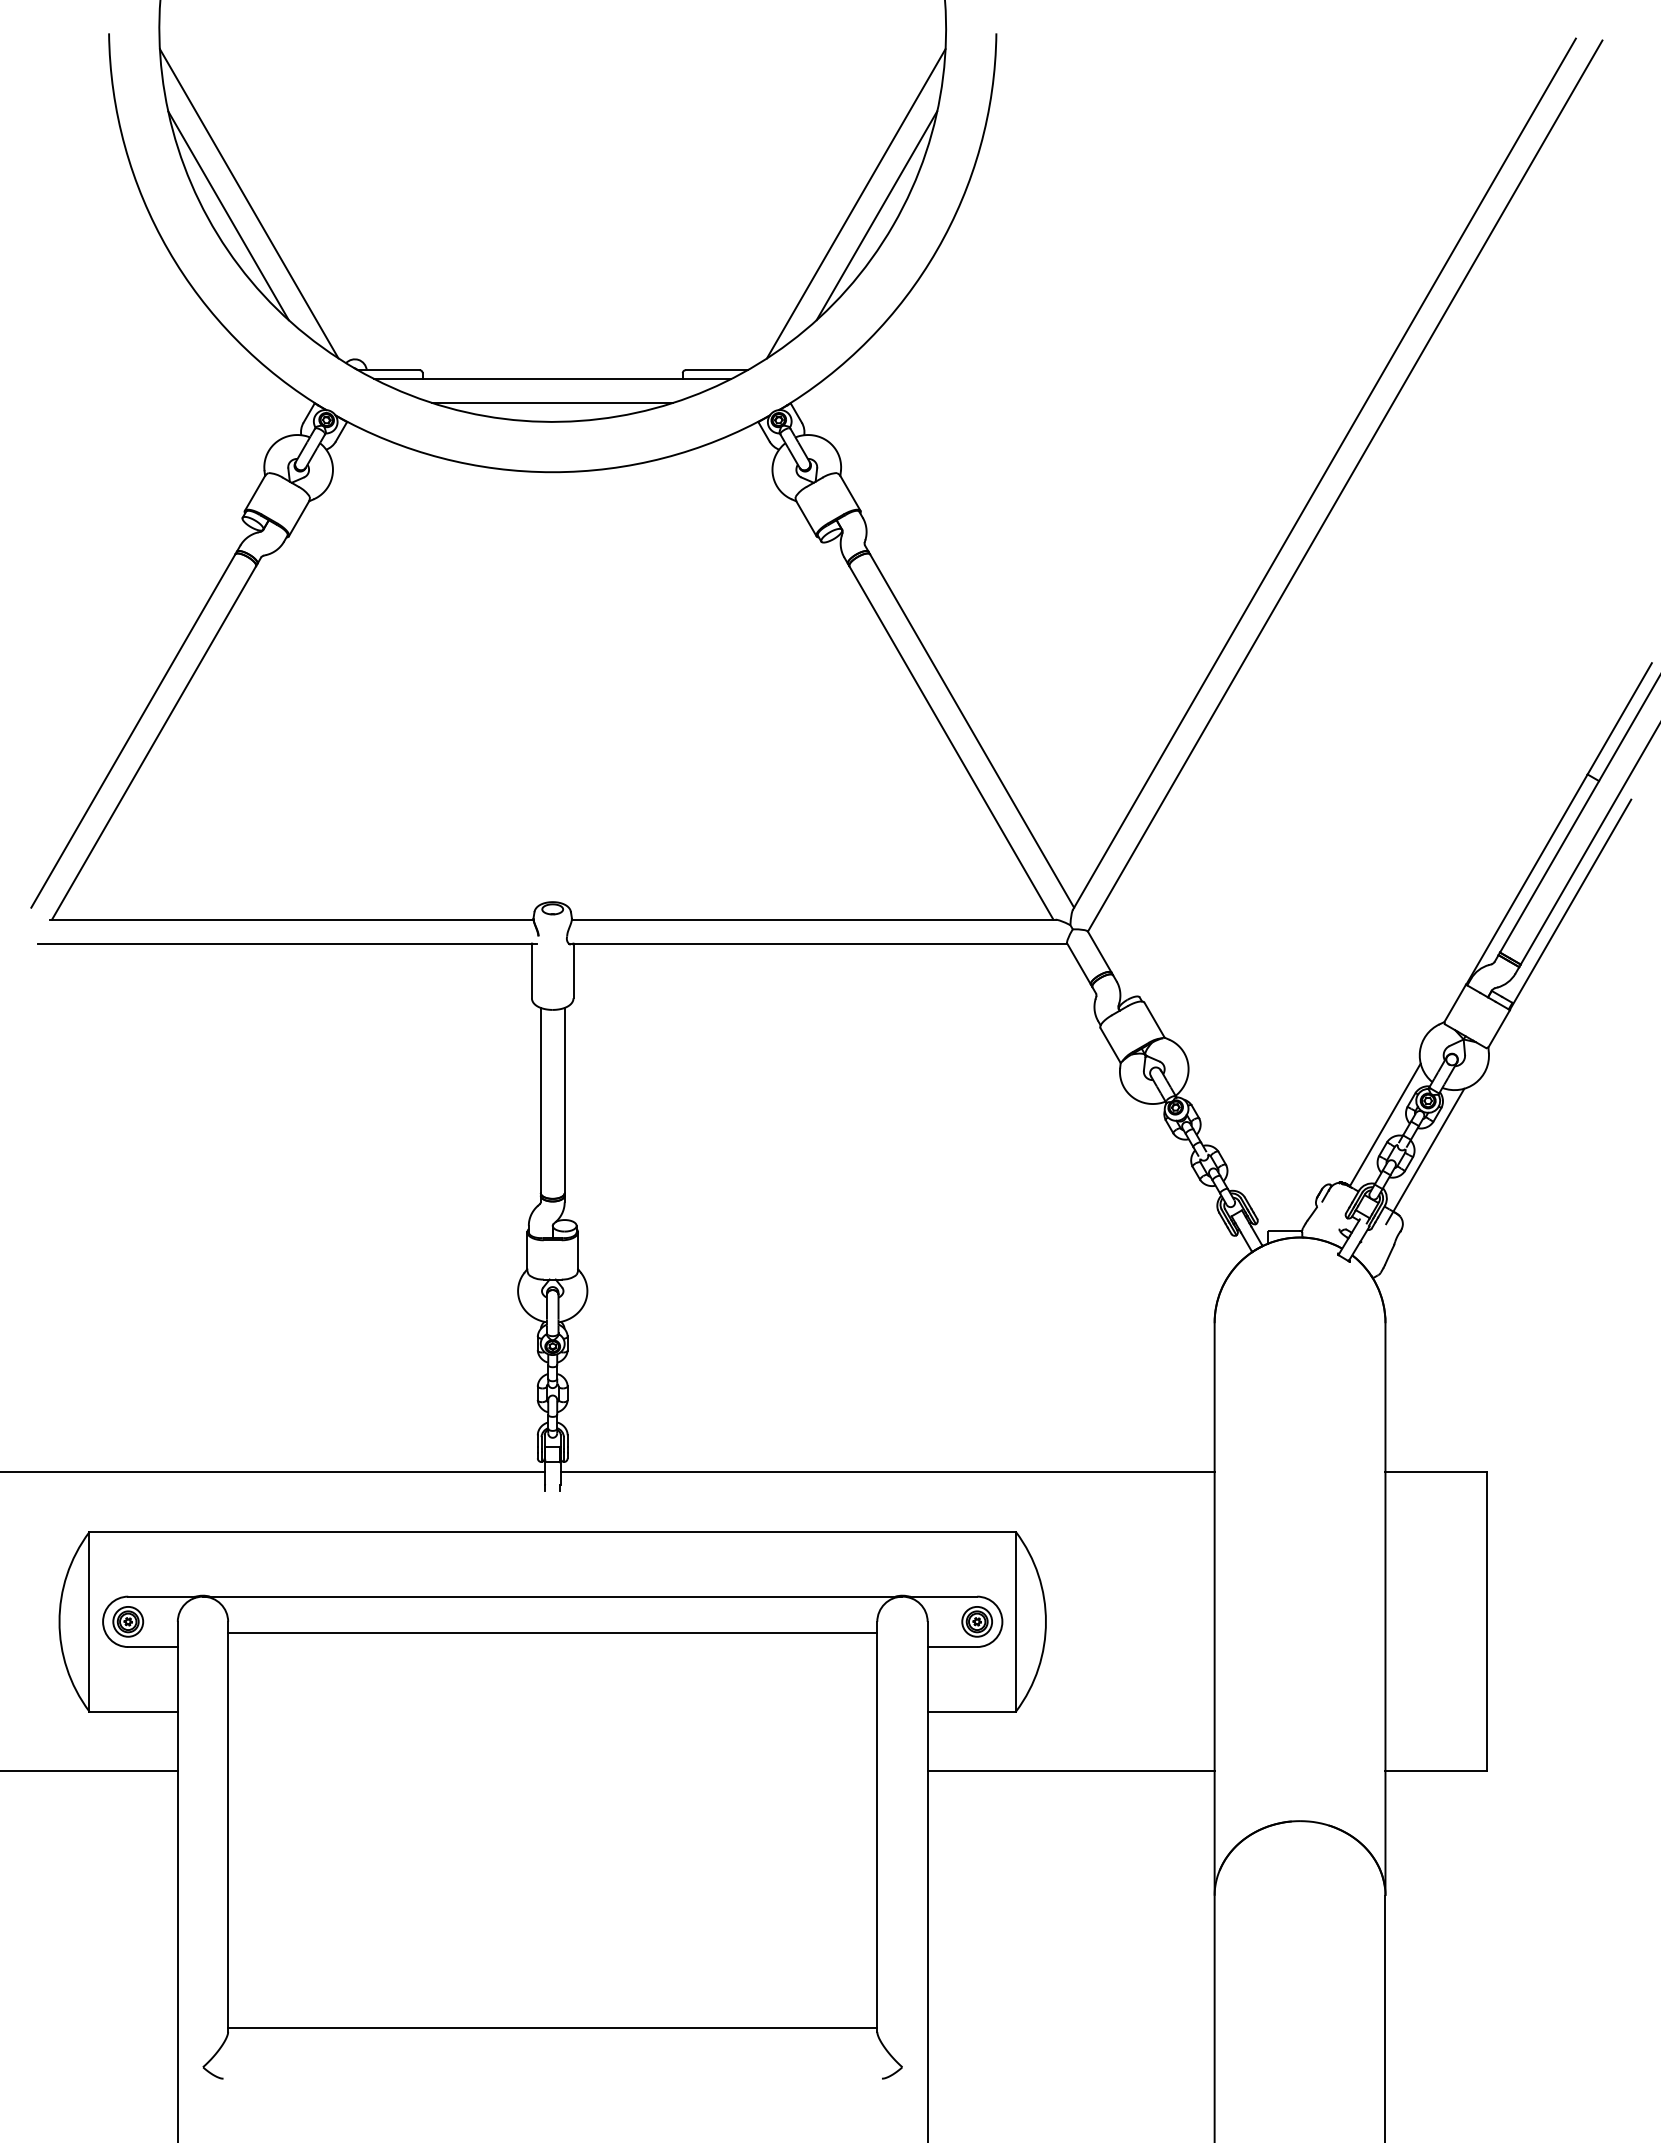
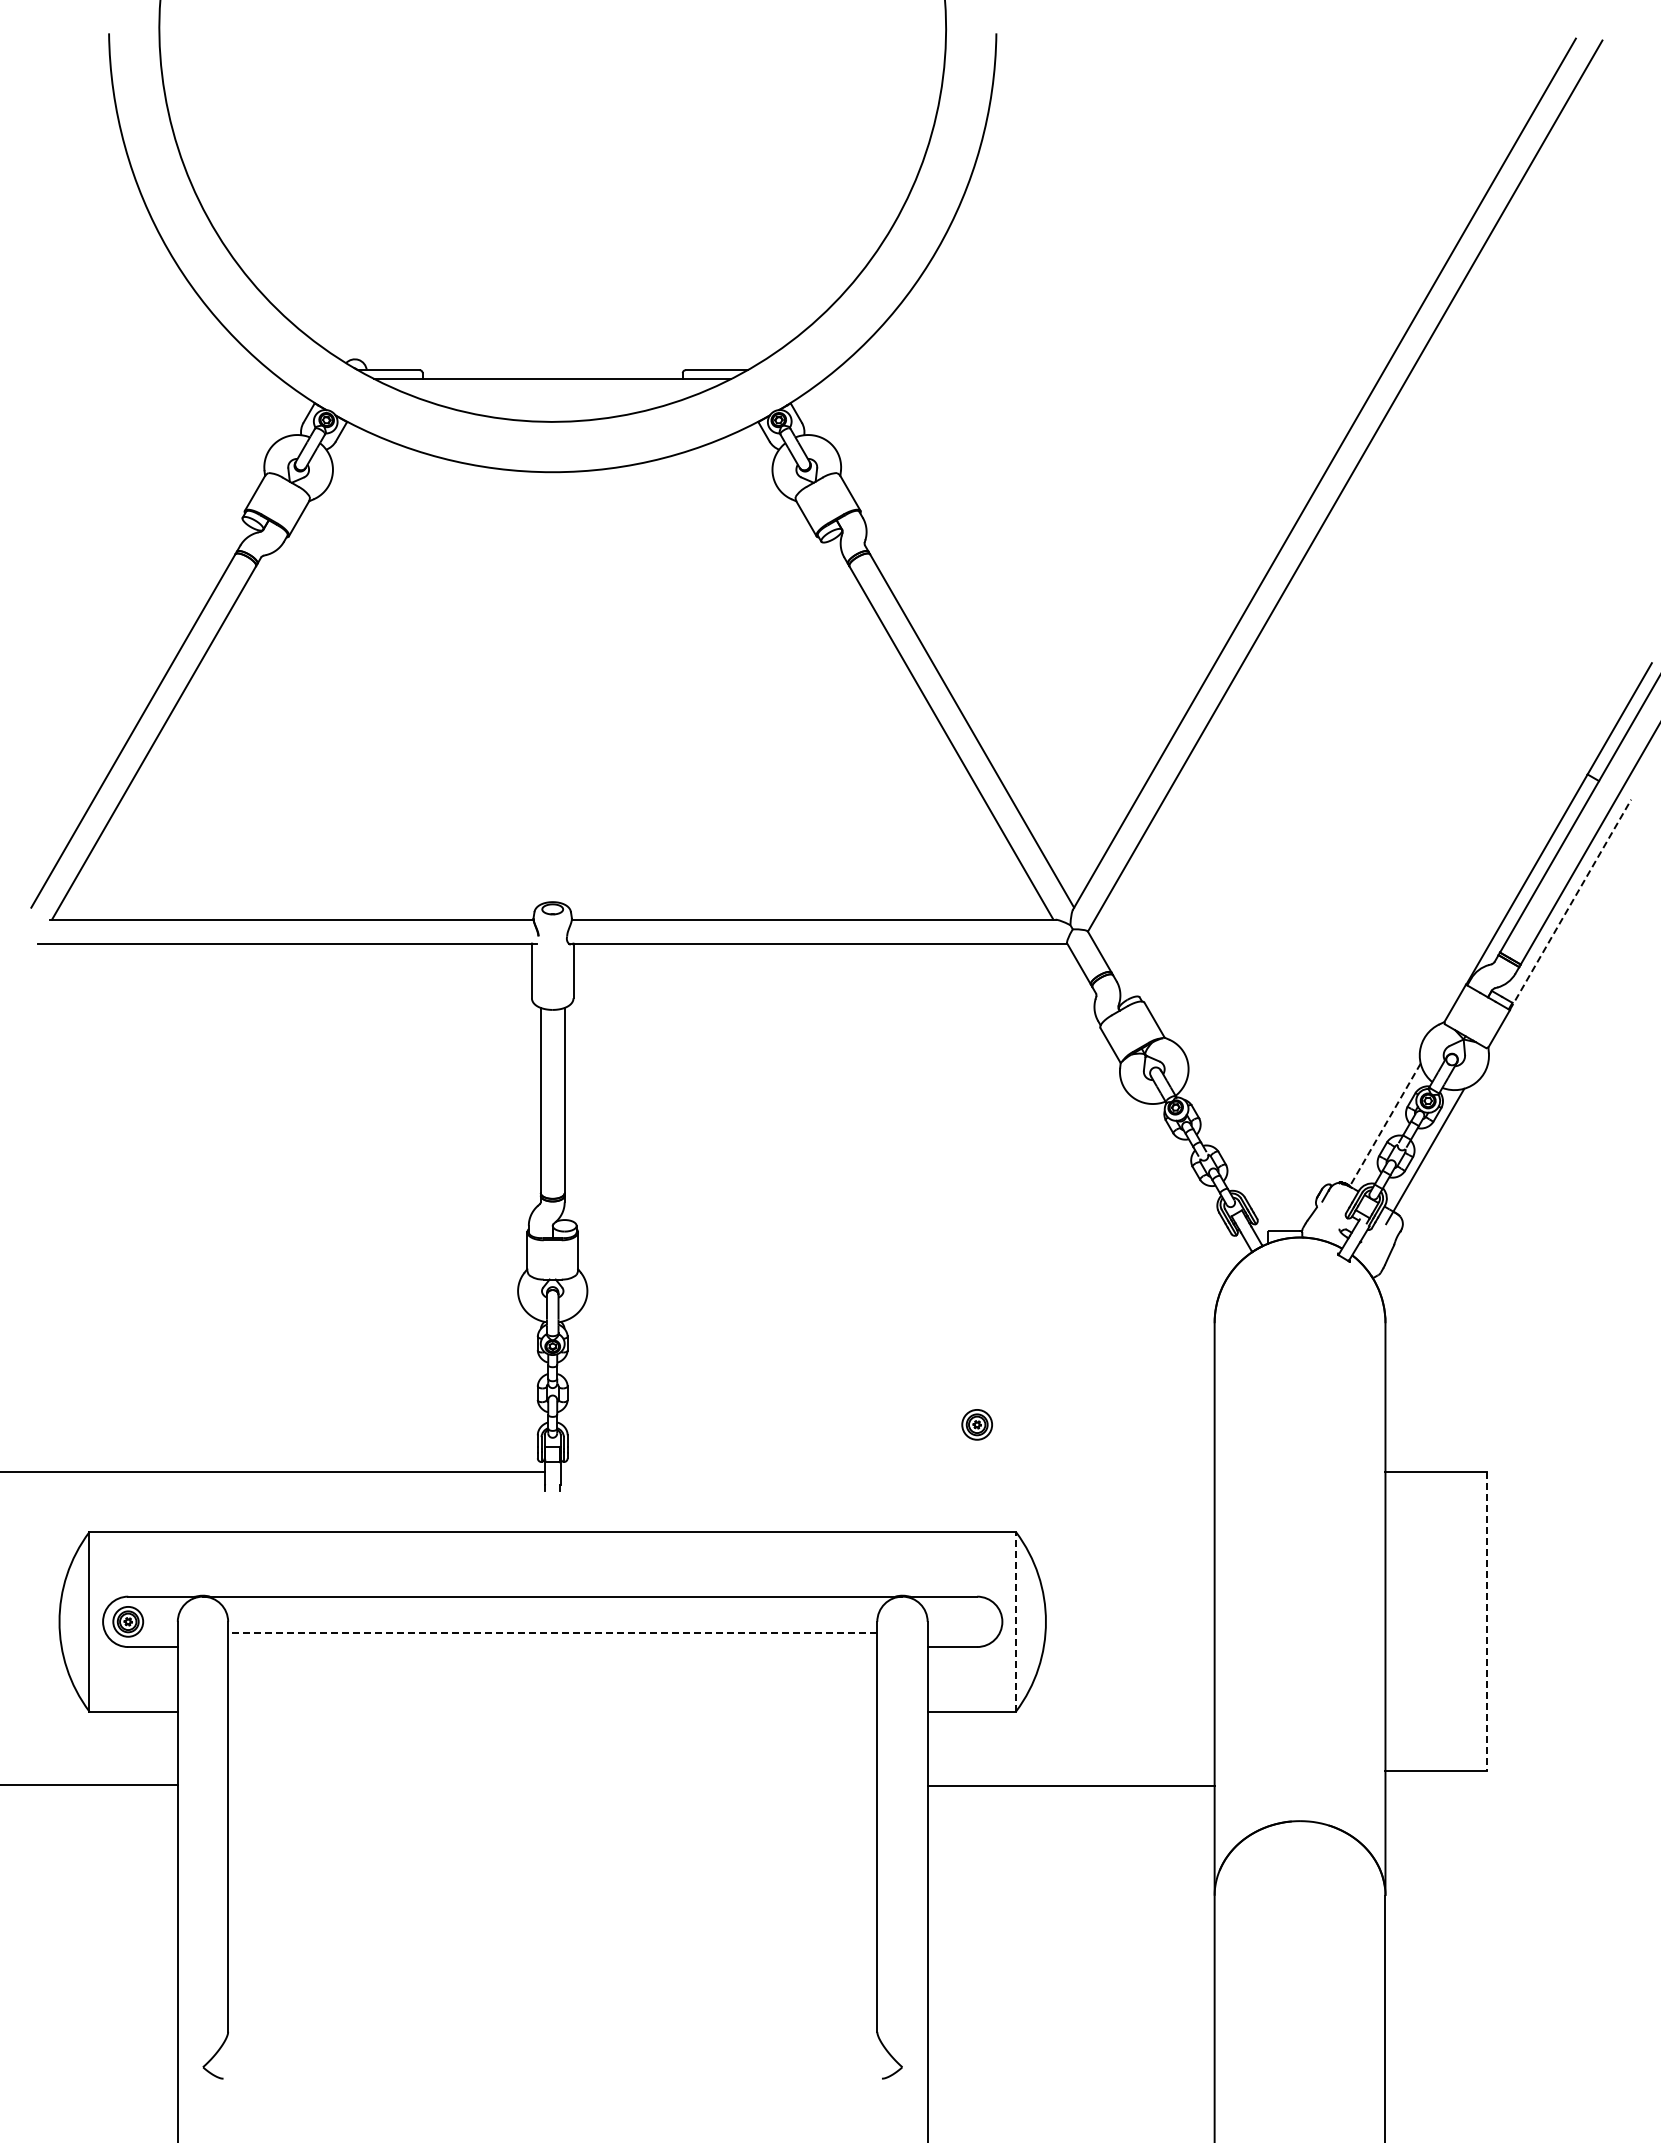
line at (248, 203): present -> none
line at (856, 203): present -> none
line at (228, 215): present -> none
line at (876, 215): present -> none
line at (552, 402): present -> none
line at (1570, 904): solid -> dashed
line at (1385, 1125): solid -> dashed
line at (887, 1472): present -> none
part at (976, 1621) position: (976, 1621) -> (976, 1424)
line at (1016, 1621): solid -> dashed
line at (1486, 1622): solid -> dashed
line at (552, 1633): solid -> dashed
line at (89, 1771) position: (89, 1771) -> (89, 1785)
line at (1070, 1771) position: (1070, 1771) -> (1070, 1786)
line at (552, 2028): present -> none
